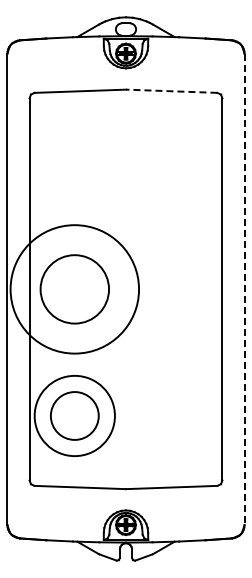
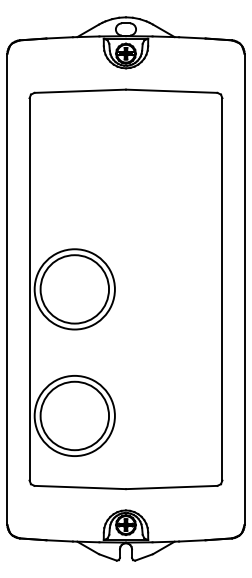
line at (171, 91): dashed -> solid
circle at (74, 289) diameter: 128 px -> 80 px
line at (244, 289): dashed -> solid
circle at (74, 415) diameter: 48 px -> 68 px
